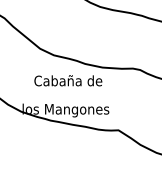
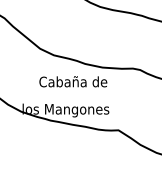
text at (68, 80) position: (68, 80) -> (73, 81)
